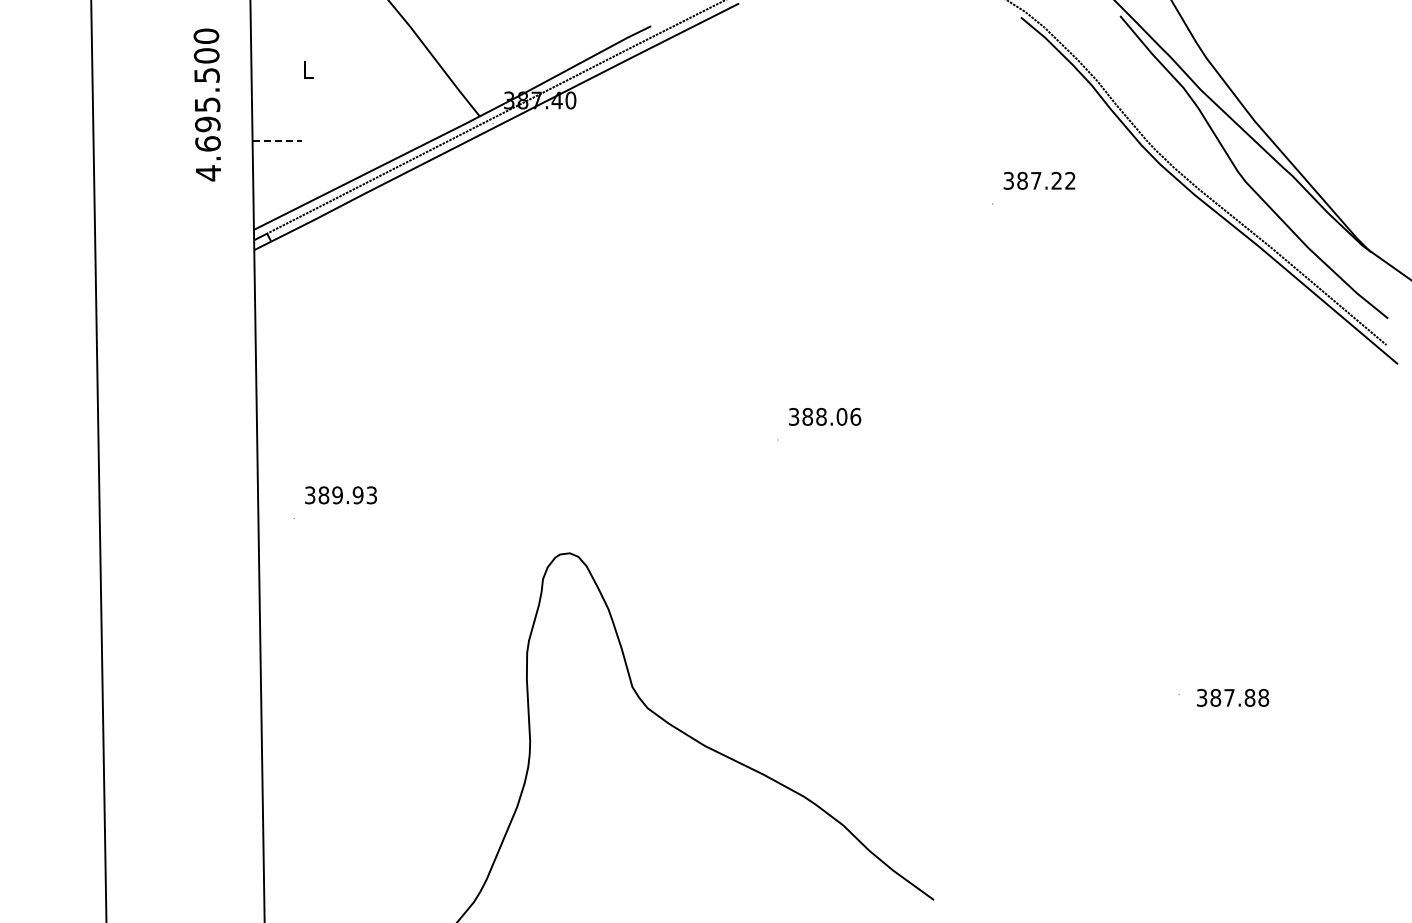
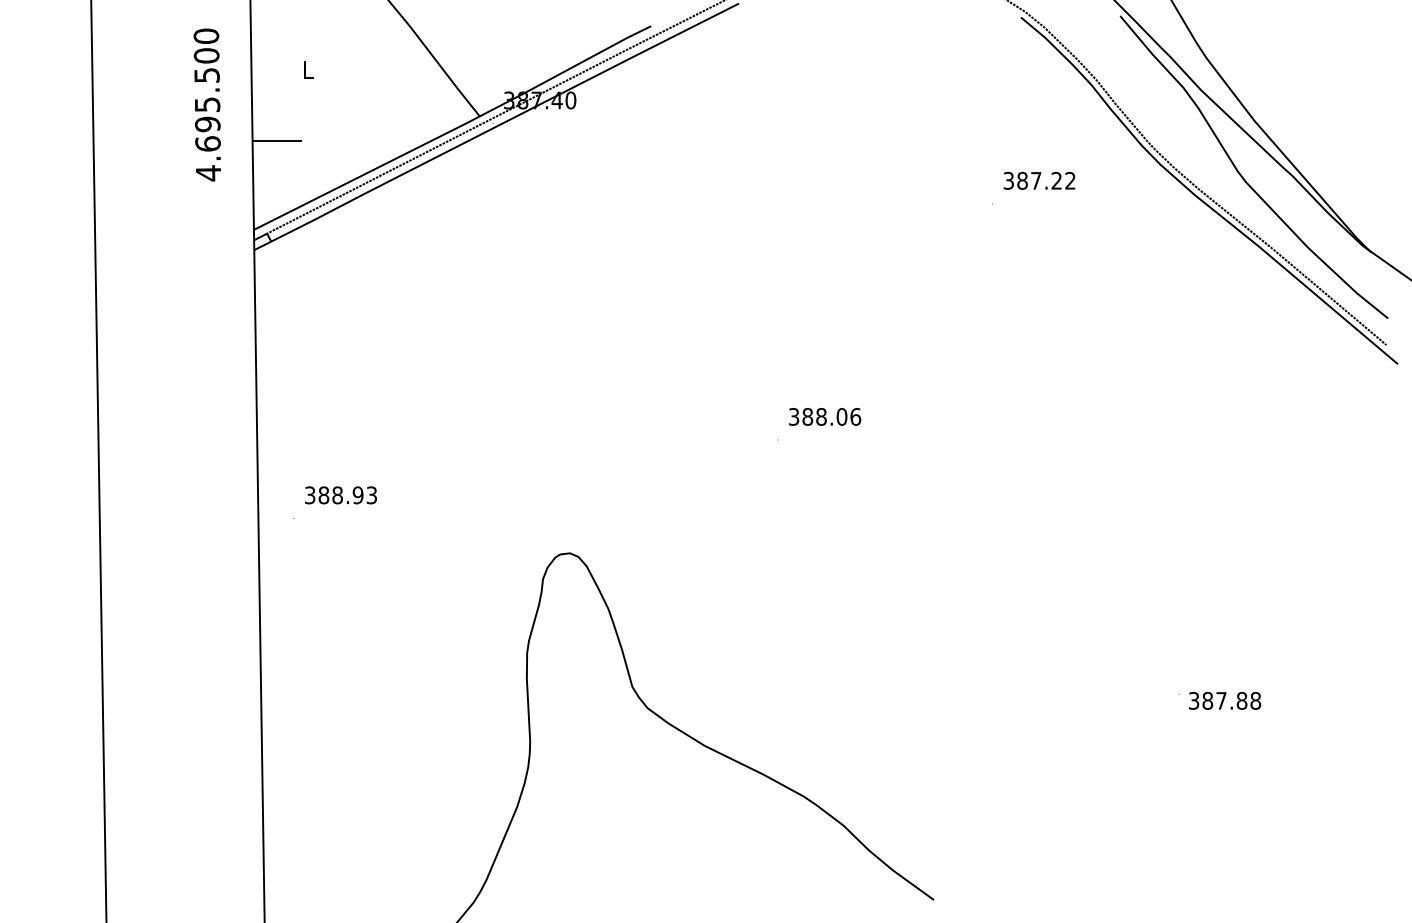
line at (277, 141): dashed -> solid
text at (337, 495): 389.93 -> 388.93
text at (1233, 697) position: (1233, 697) -> (1225, 700)
